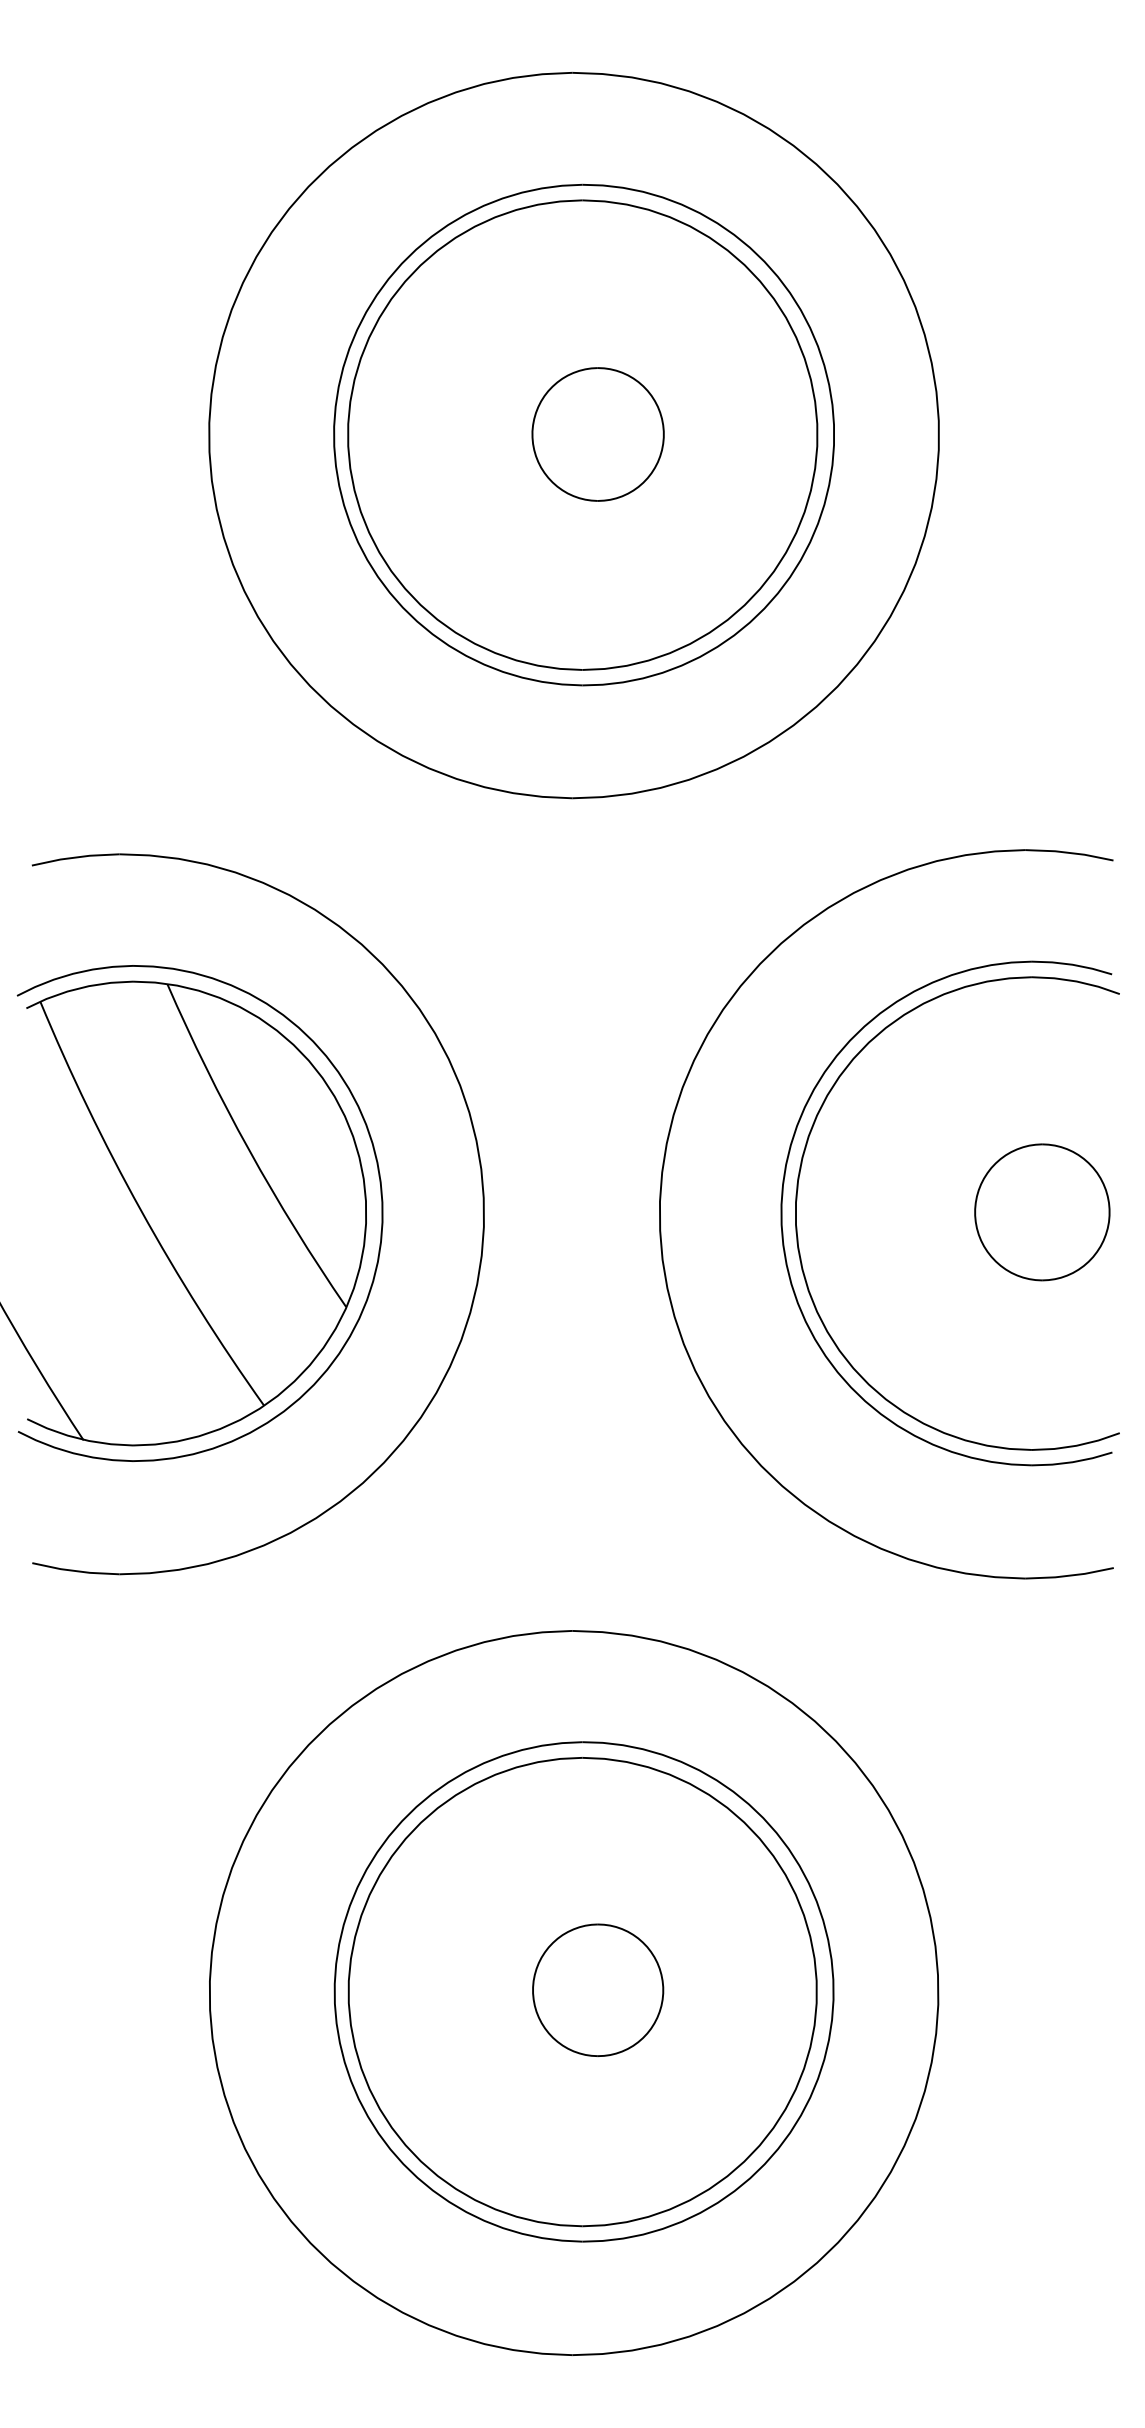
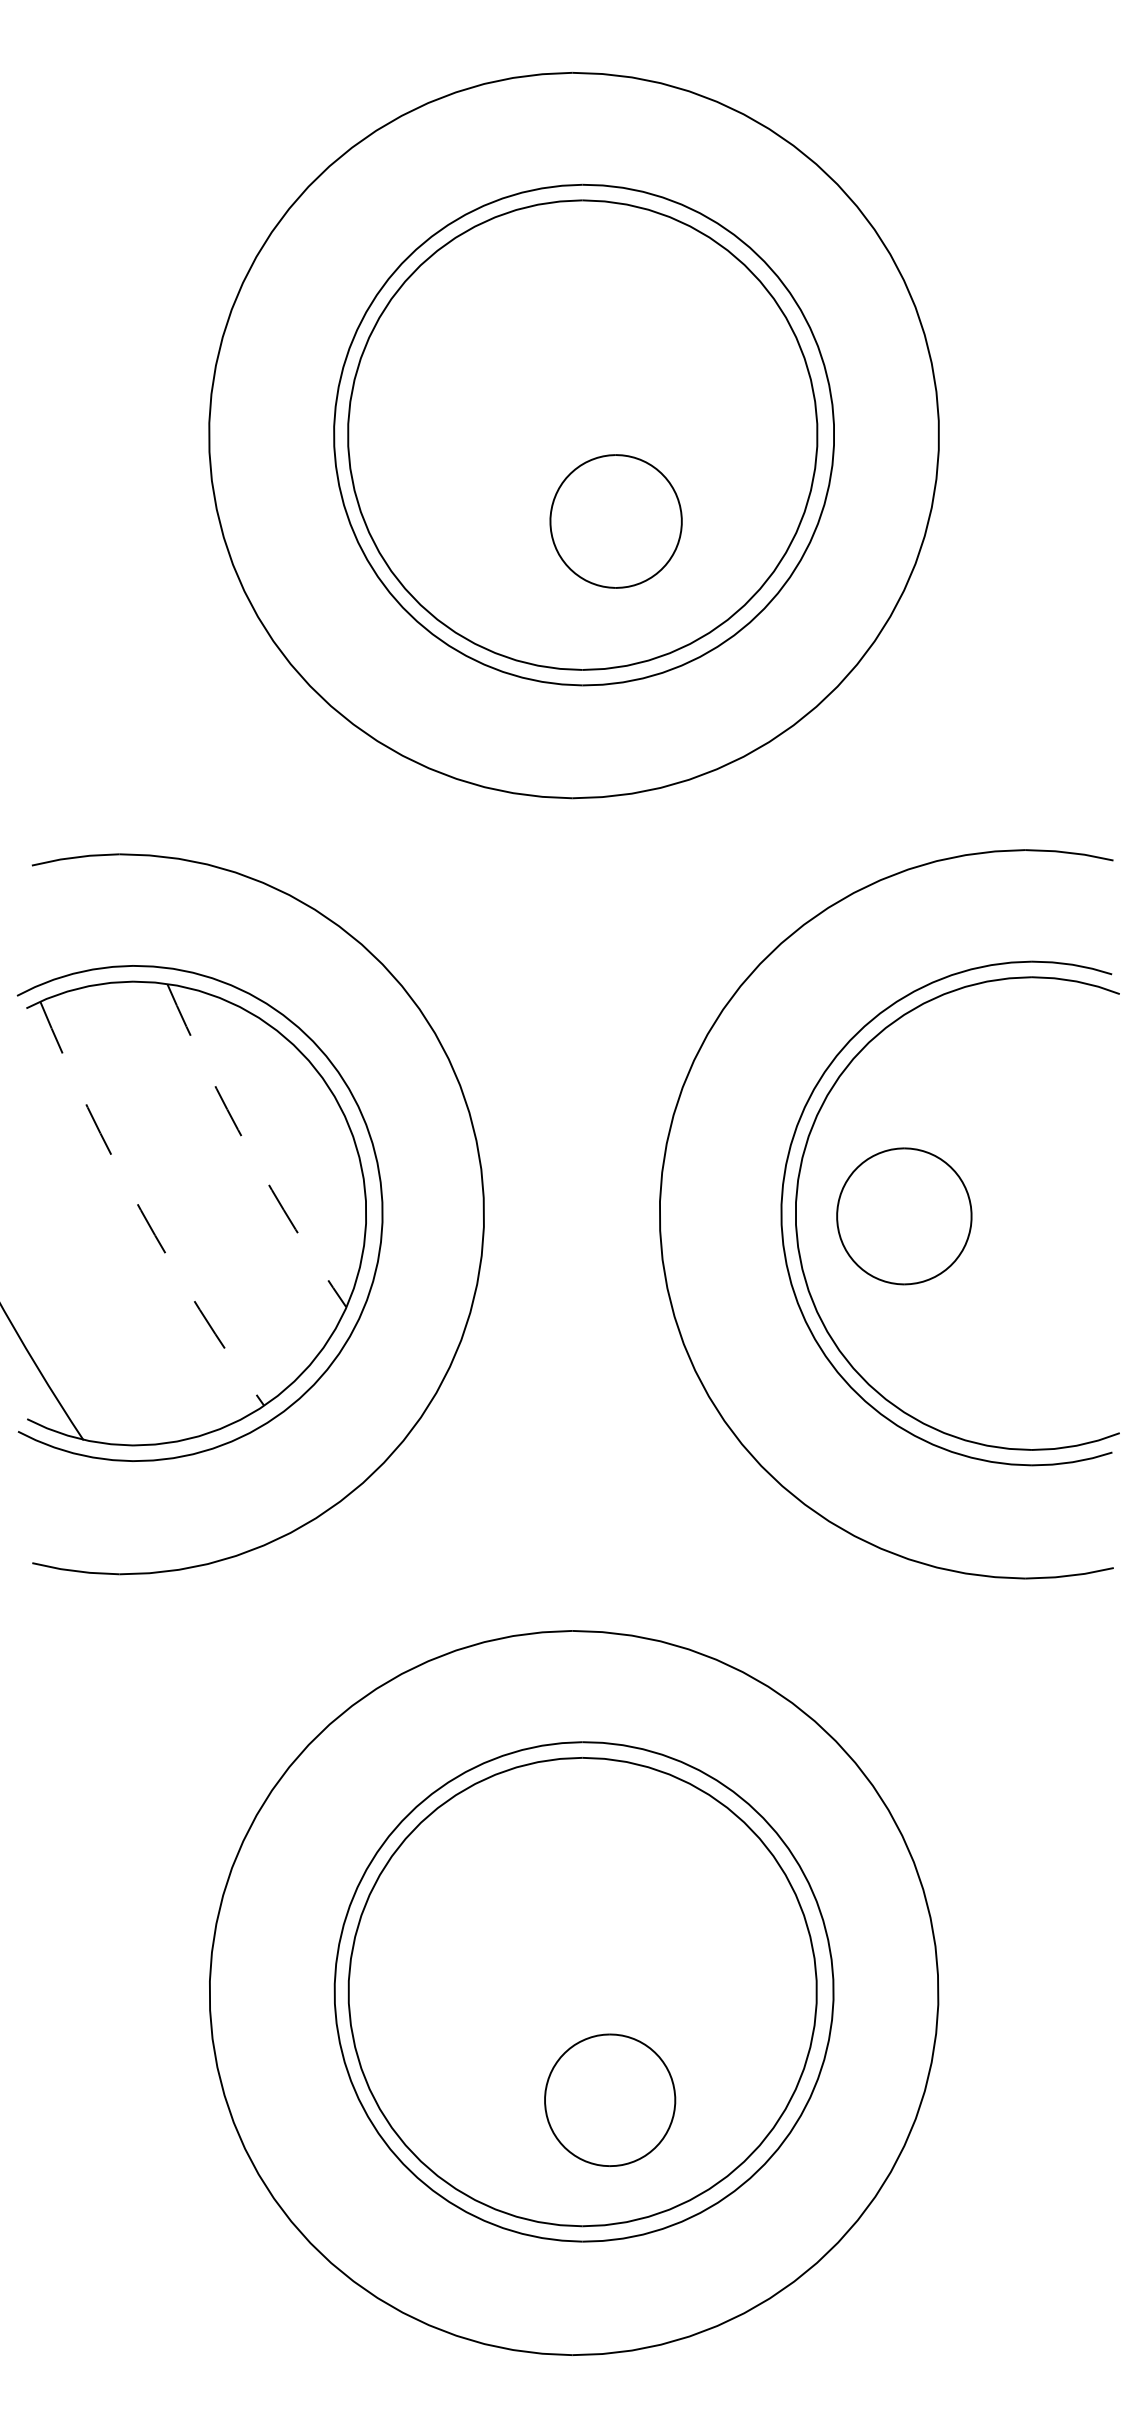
part at (597, 434) position: (597, 434) -> (615, 521)
arc at (249, 1150): solid -> dashed
arc at (140, 1210): solid -> dashed
part at (1042, 1212) position: (1042, 1212) -> (904, 1216)
part at (598, 1989) position: (598, 1989) -> (610, 2099)
